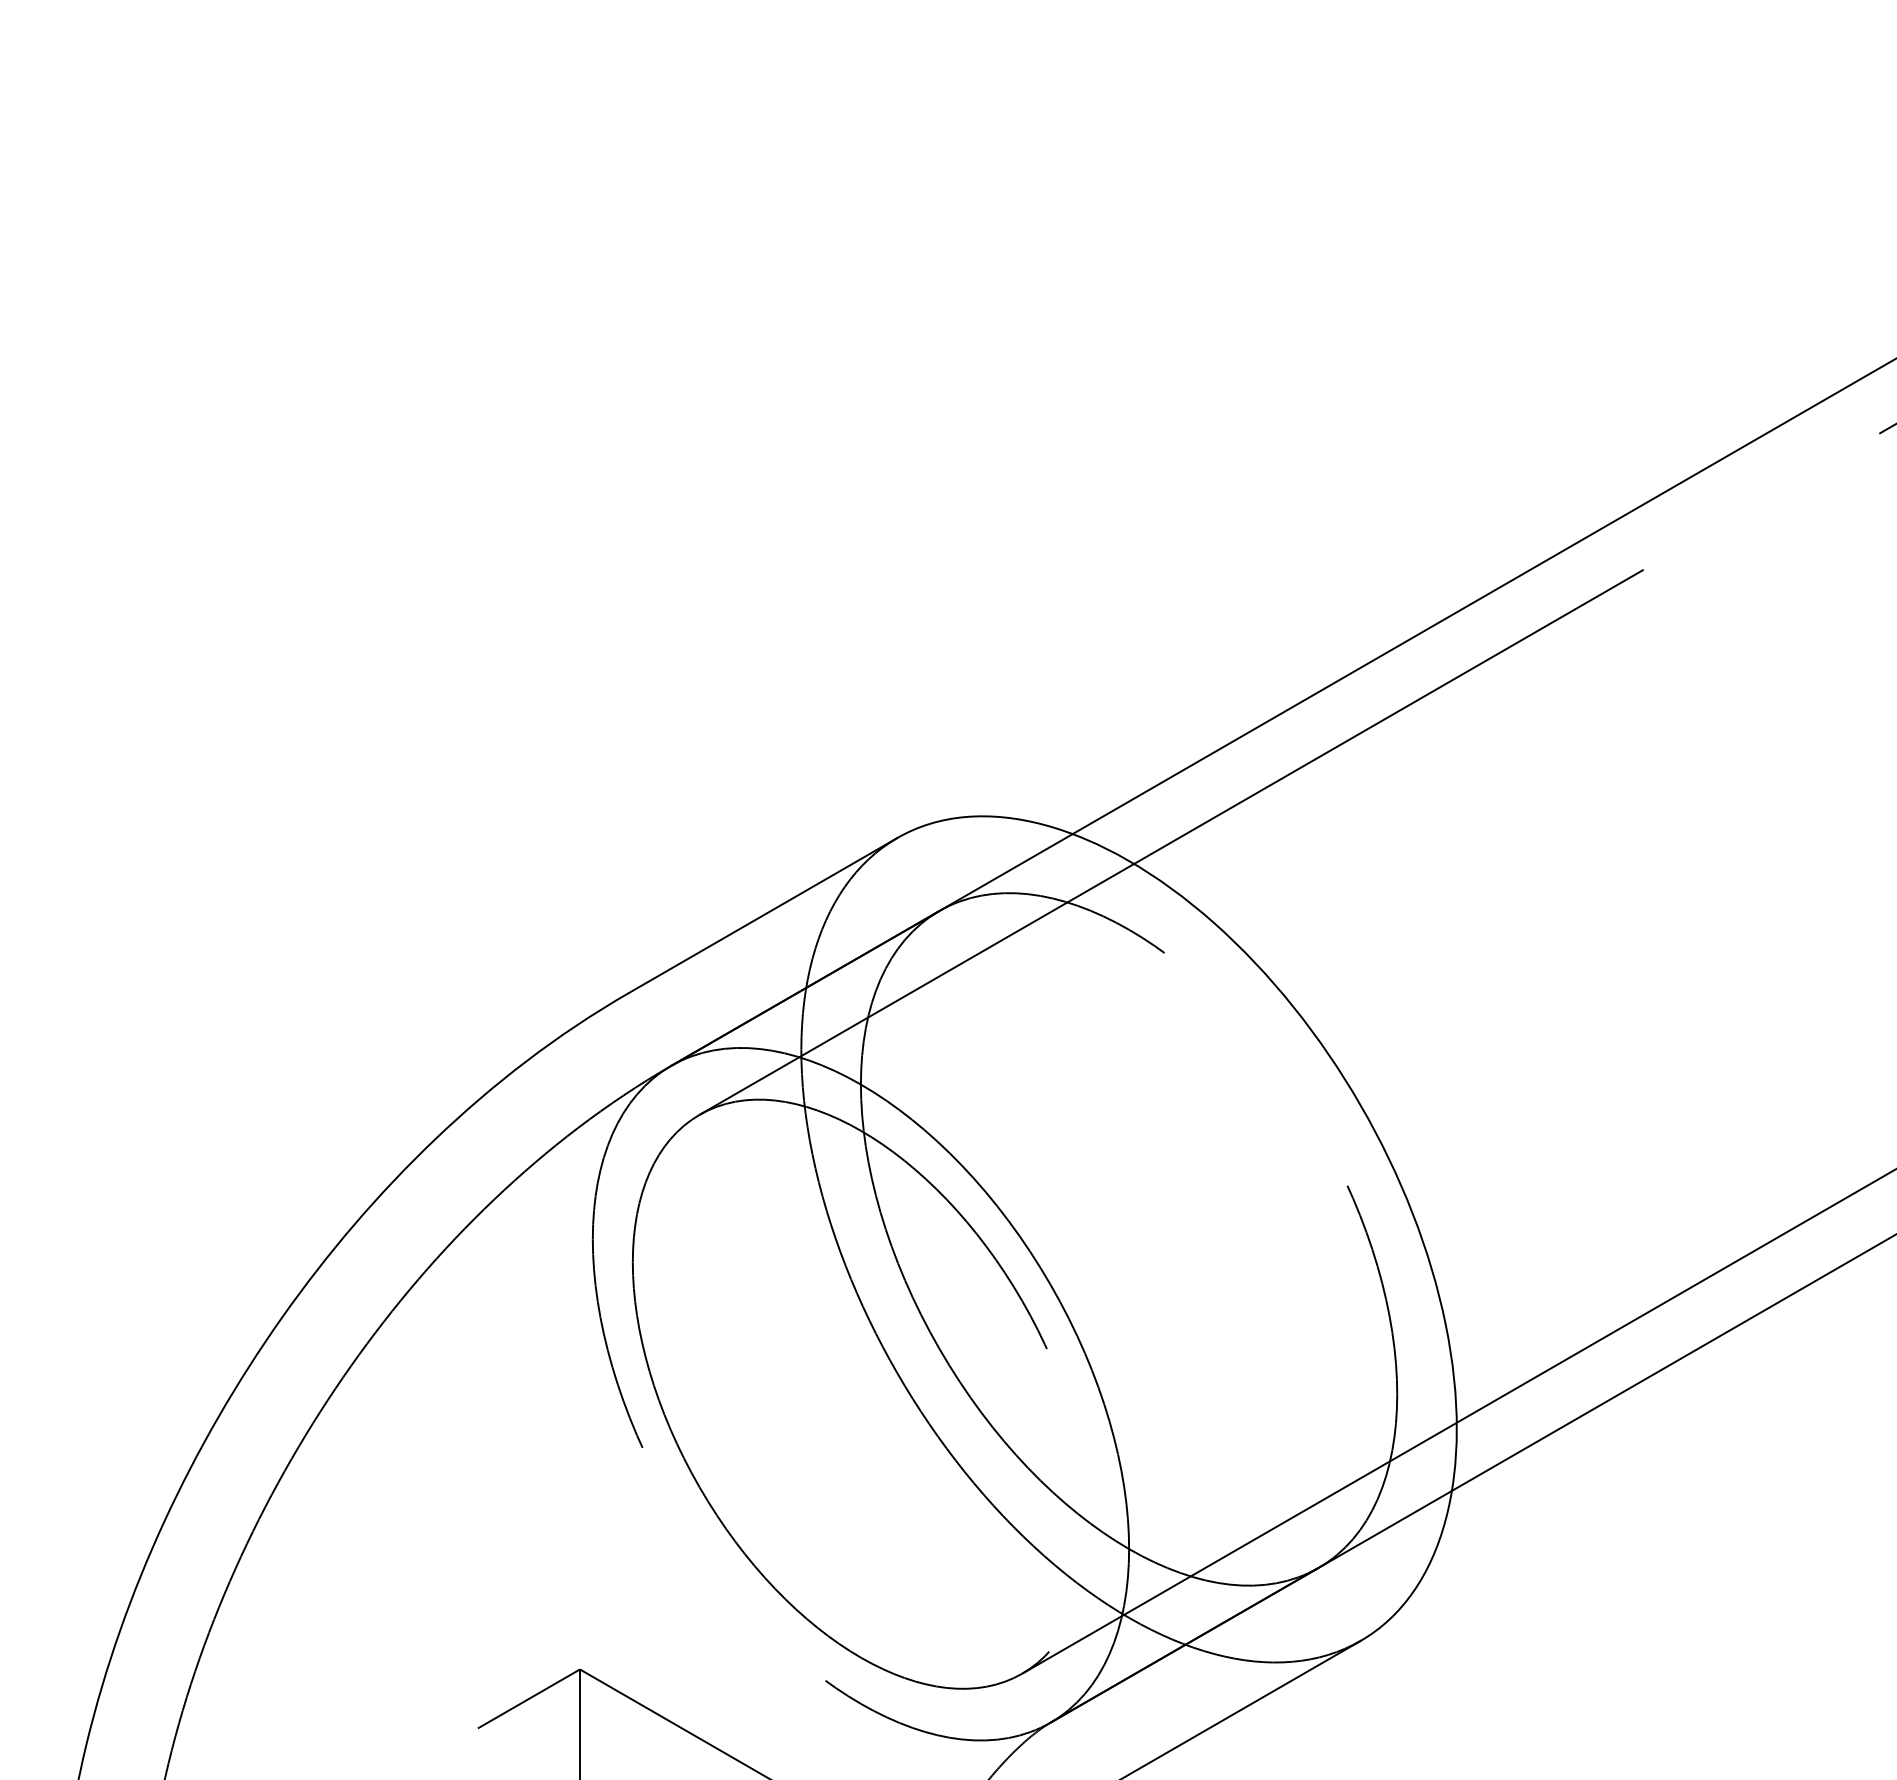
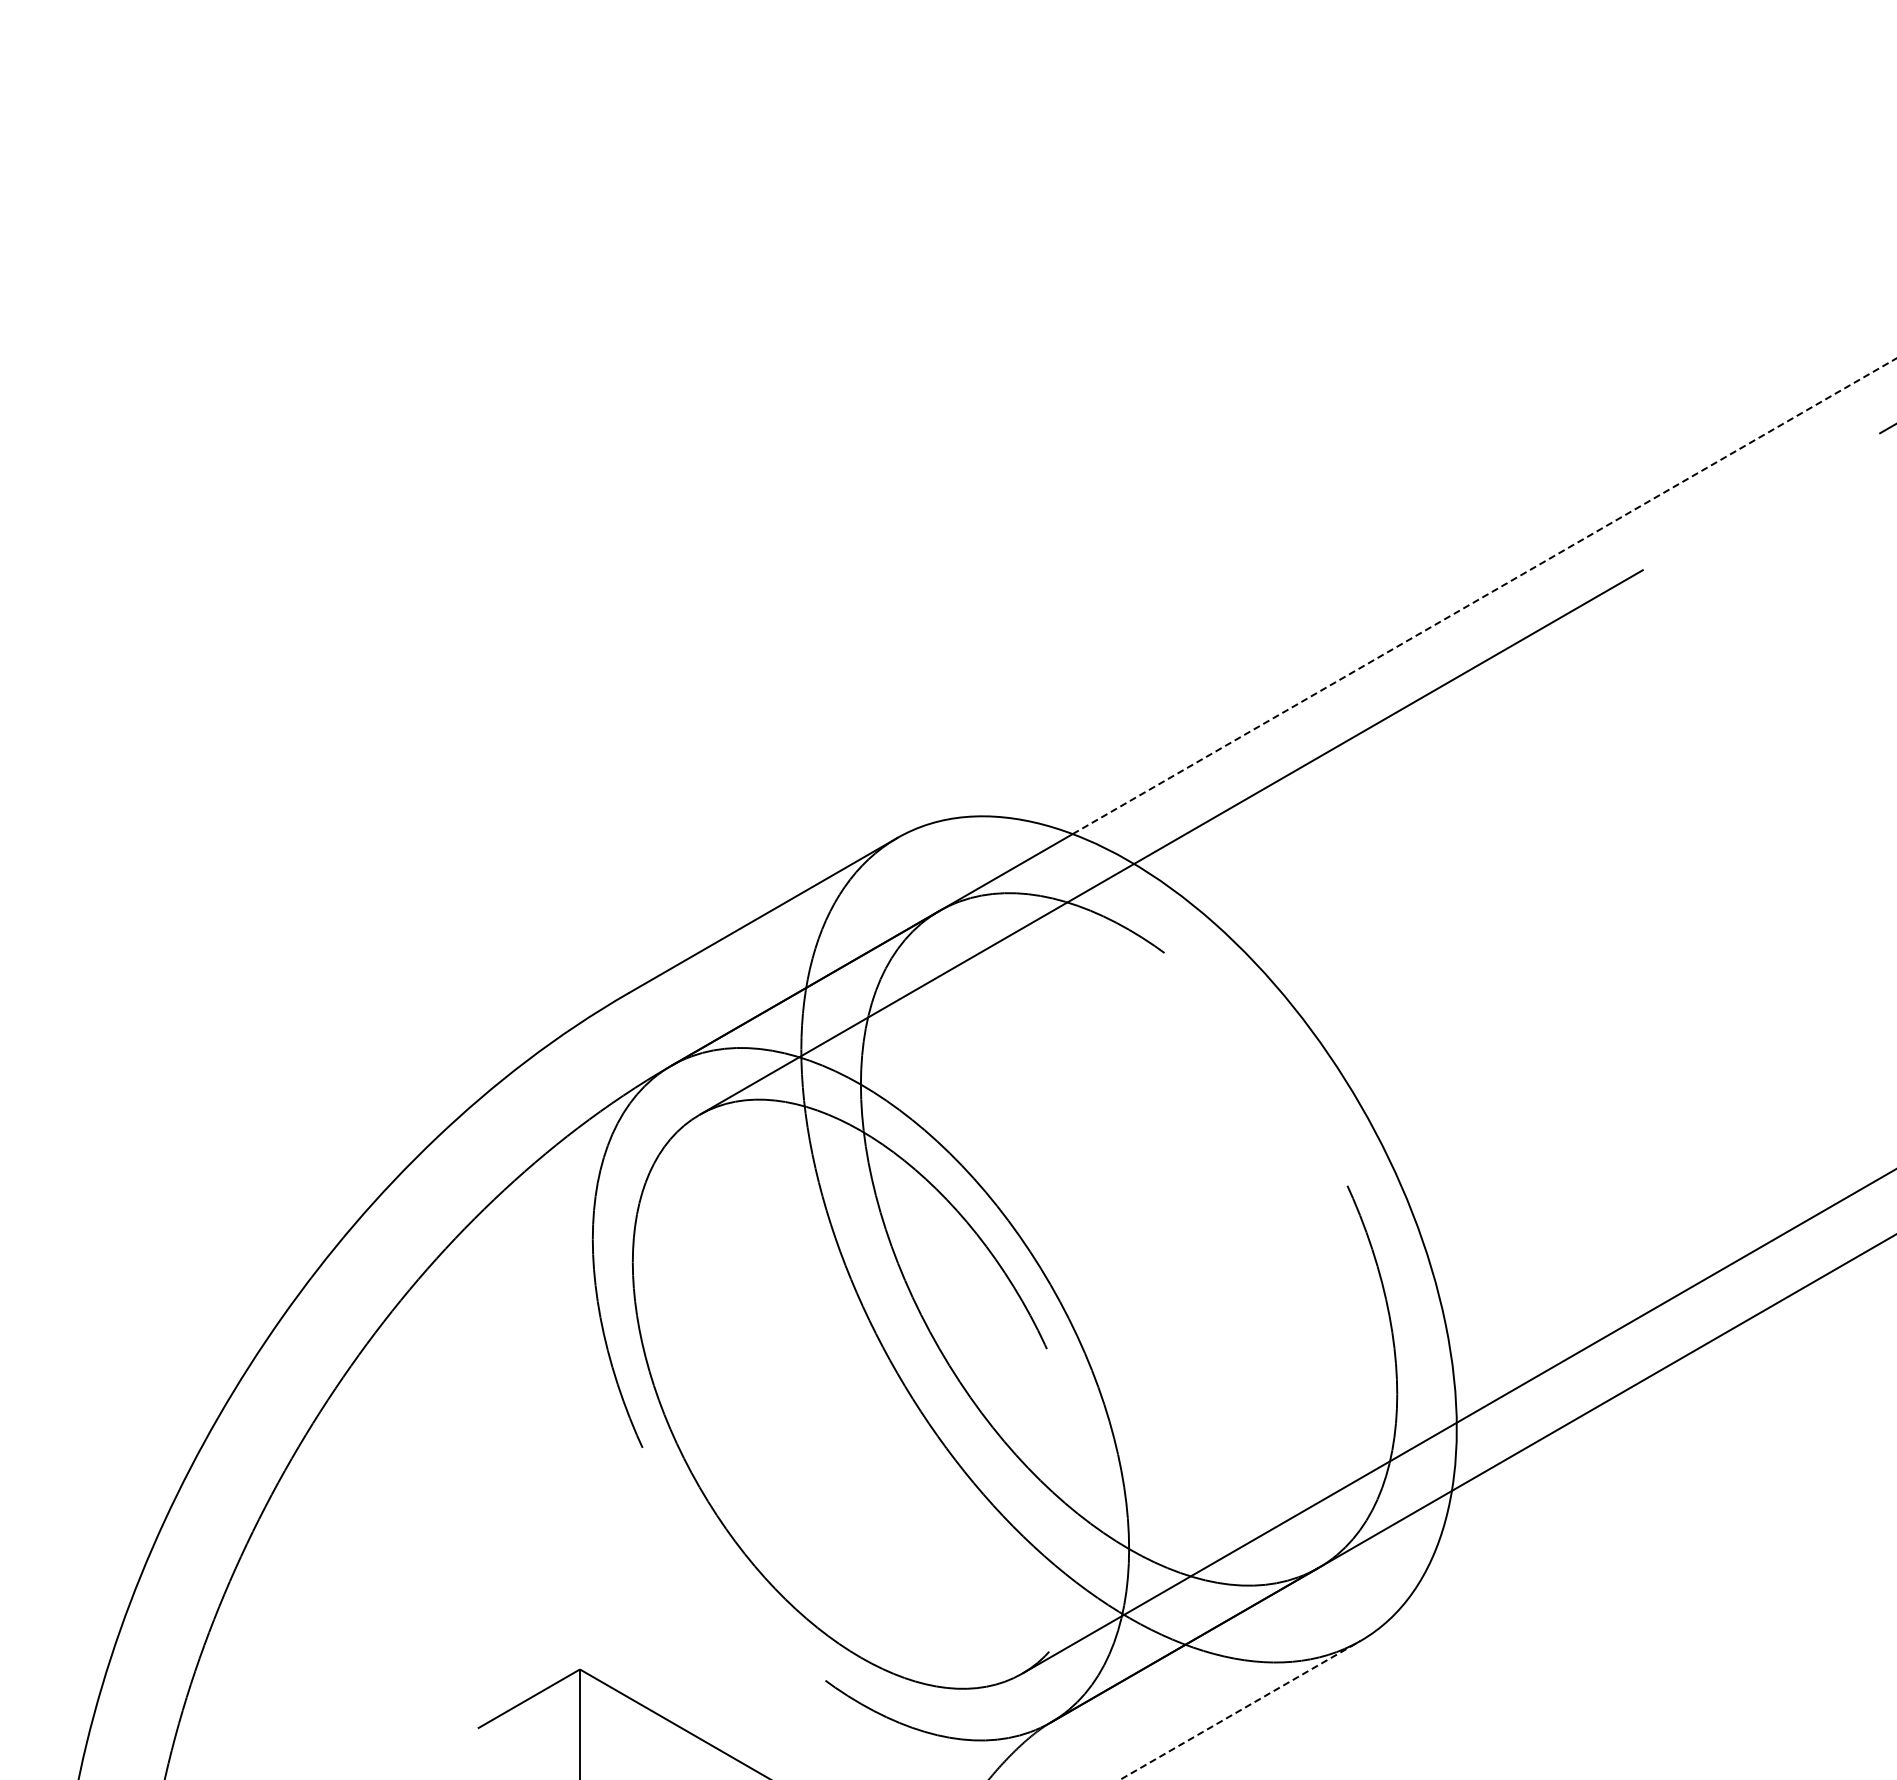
line at (1484, 596): solid -> dashed
line at (1240, 1710): solid -> dashed
